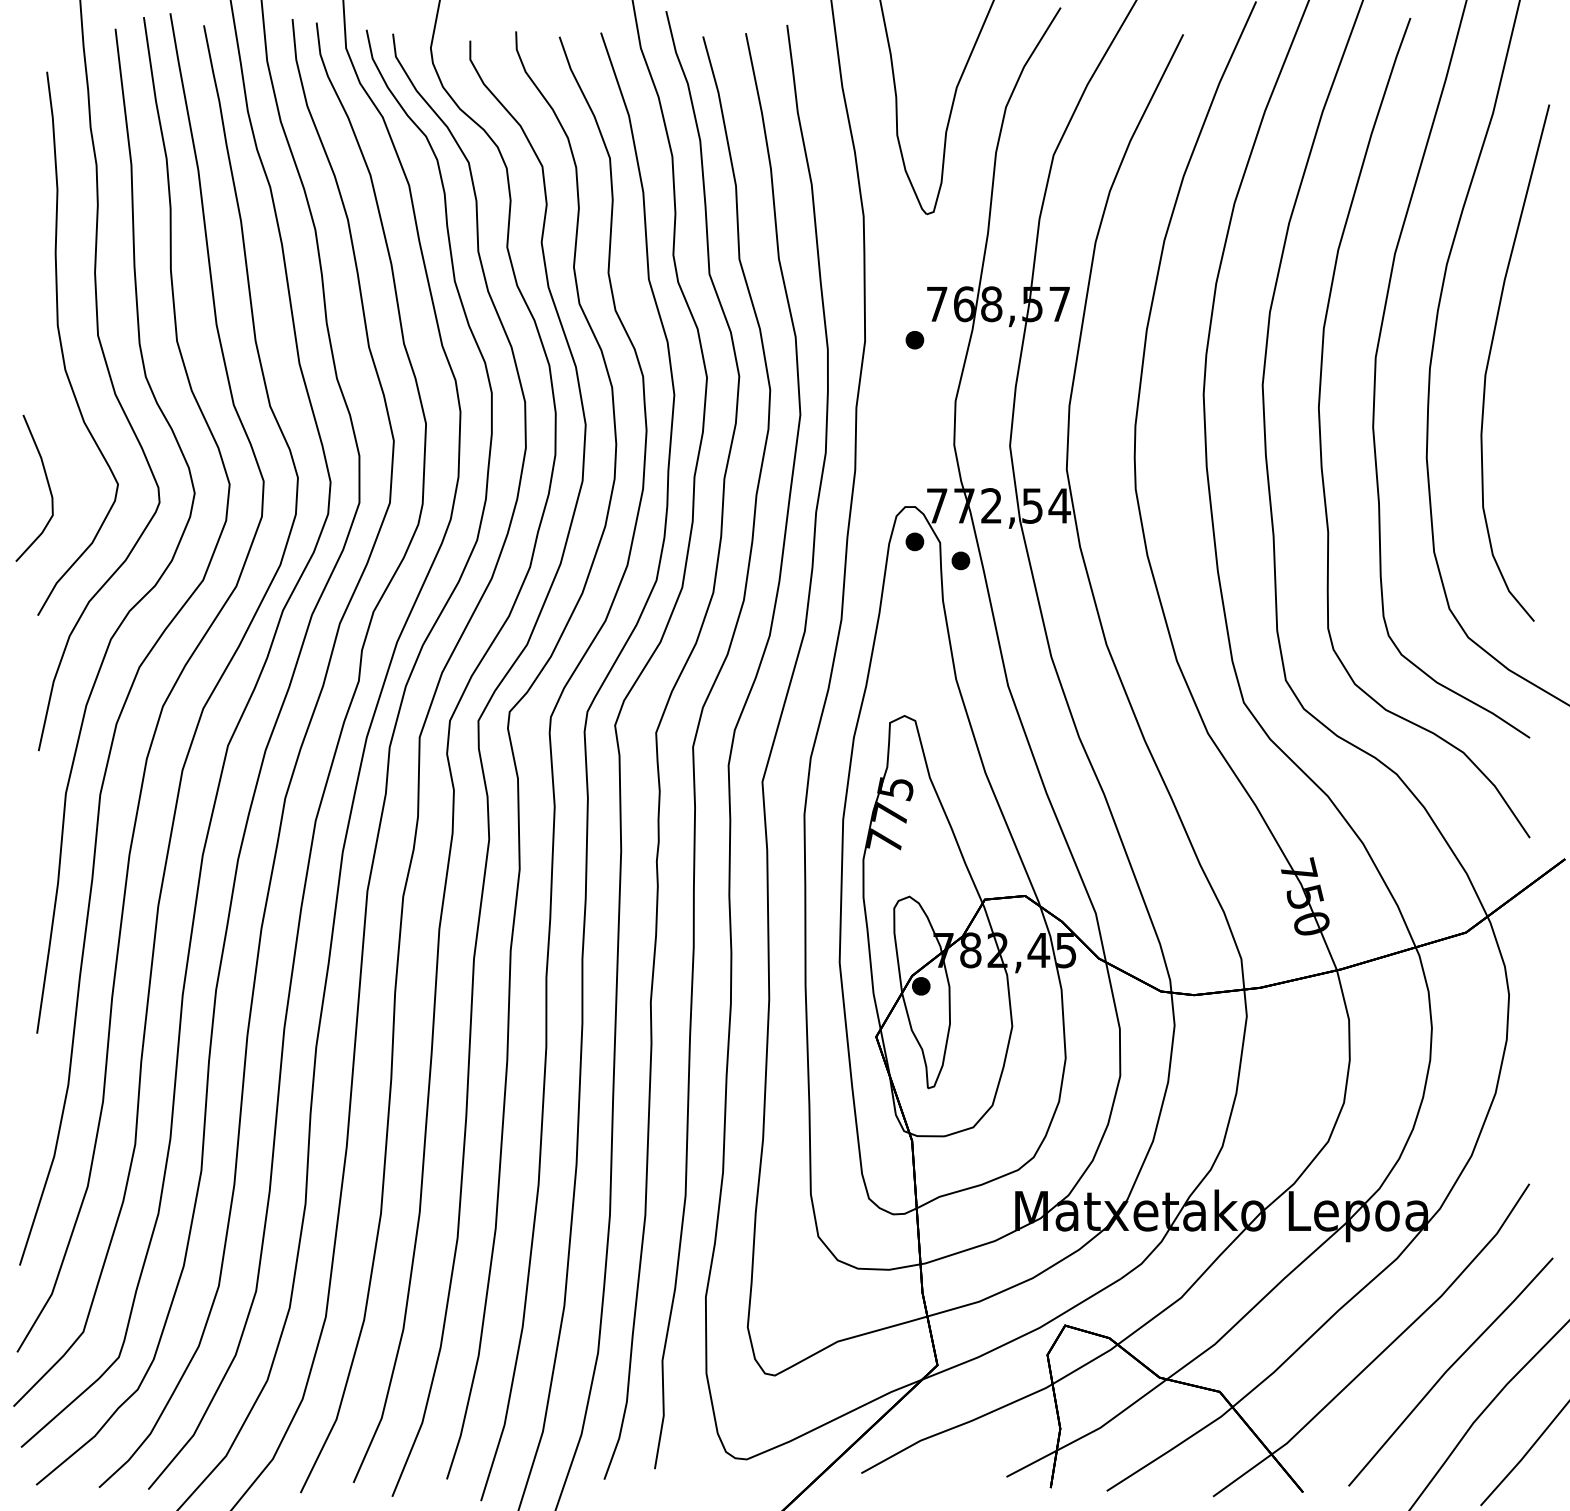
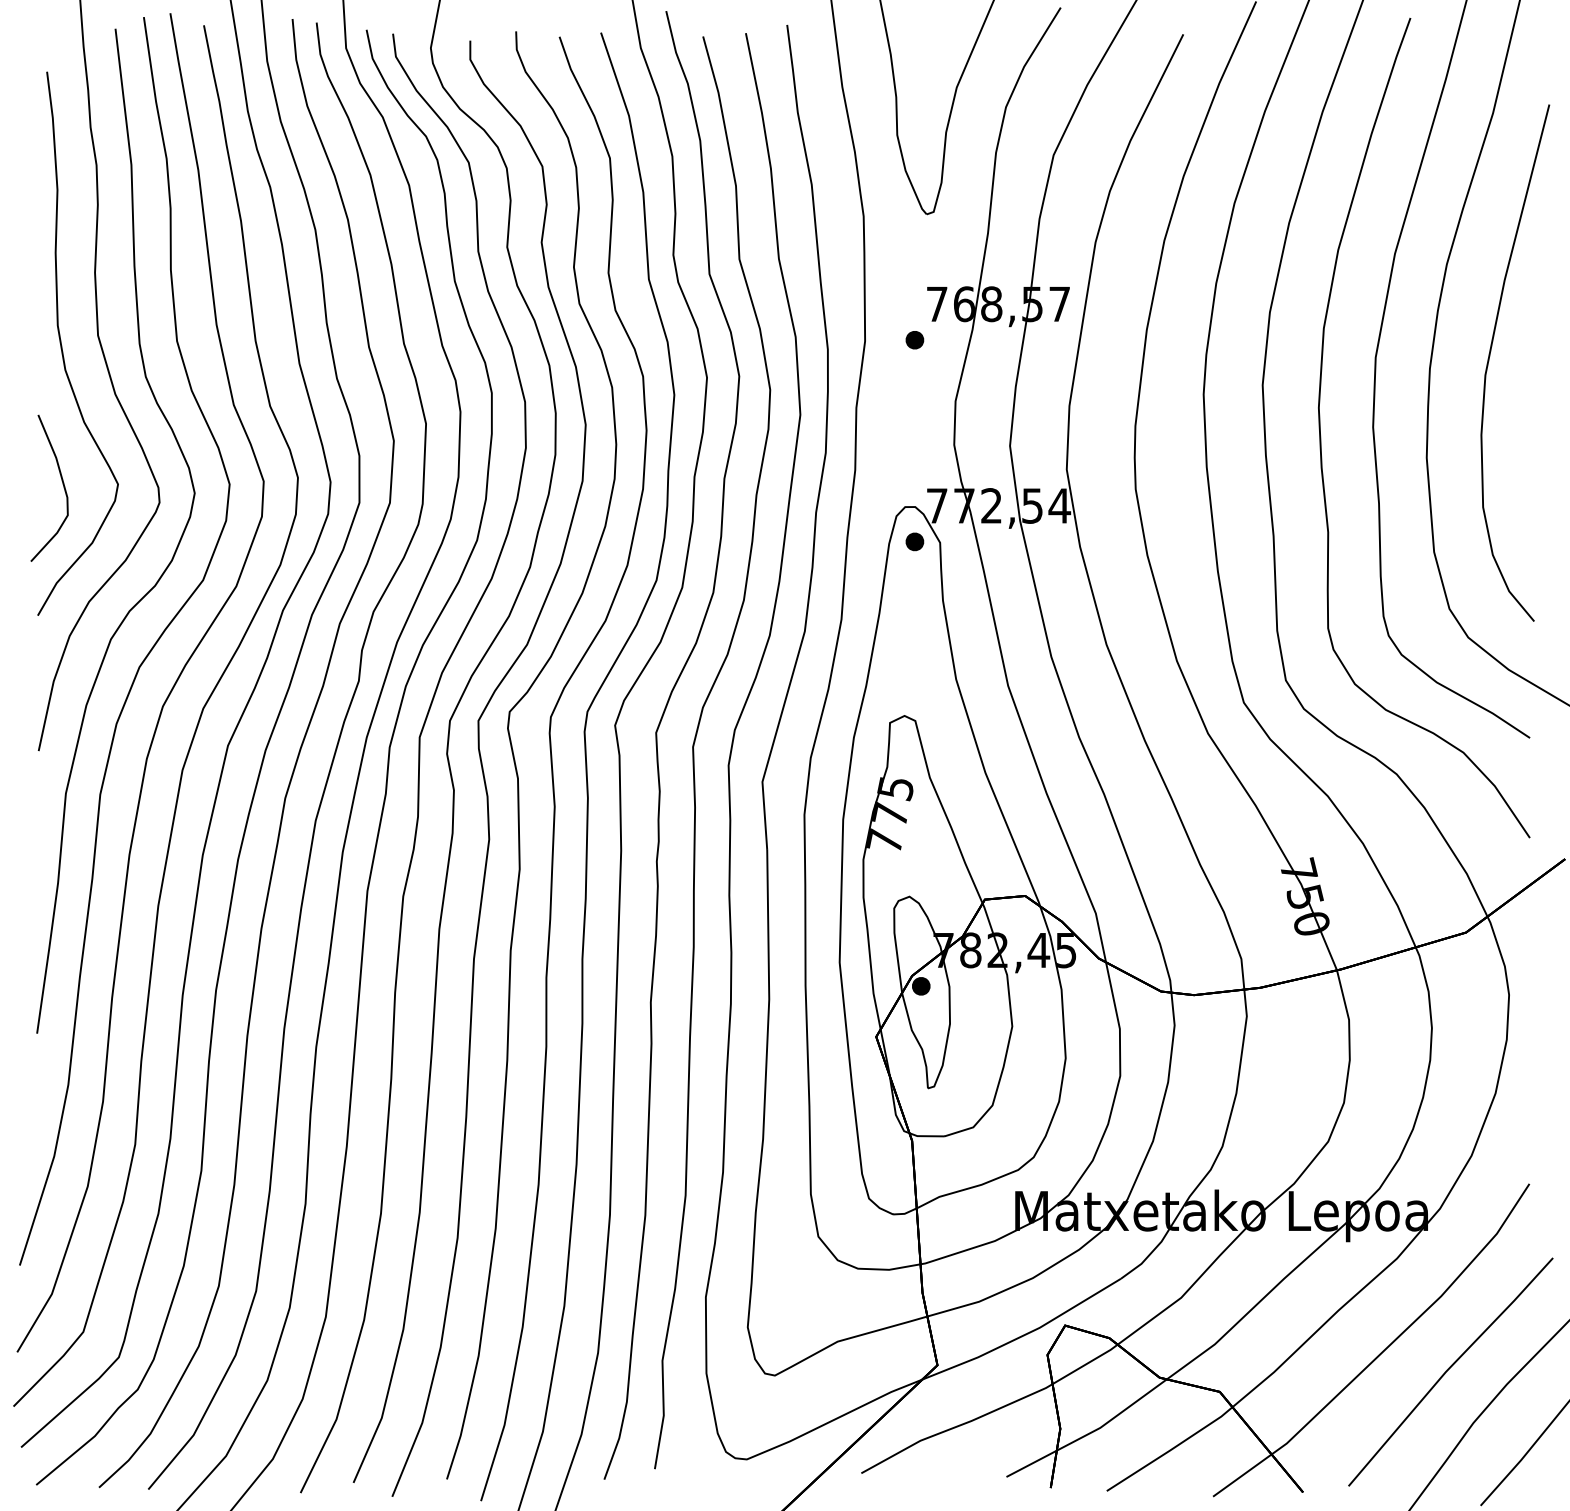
part at (47, 484) position: (47, 484) -> (62, 484)
part at (960, 560): present -> none
